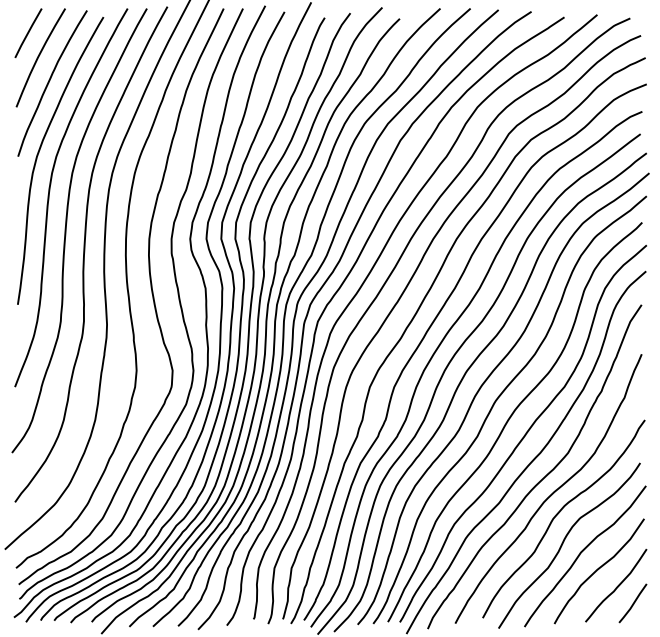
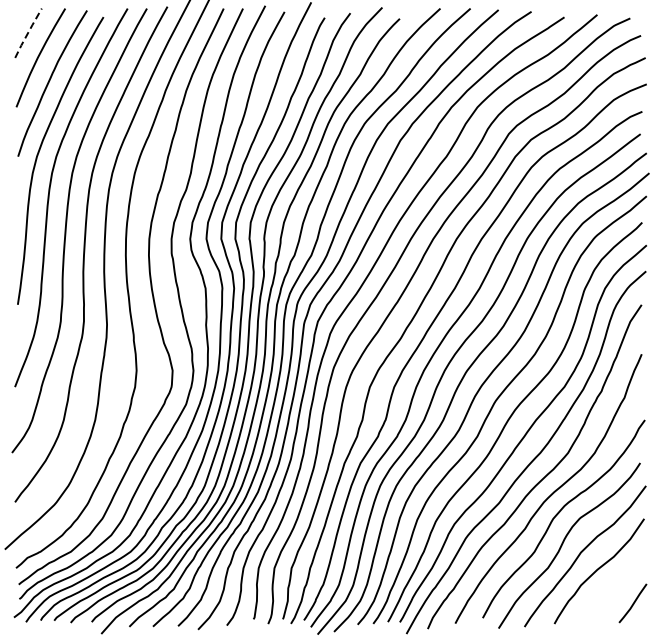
line at (28, 32): solid -> dashed
curve at (617, 585): present -> none
